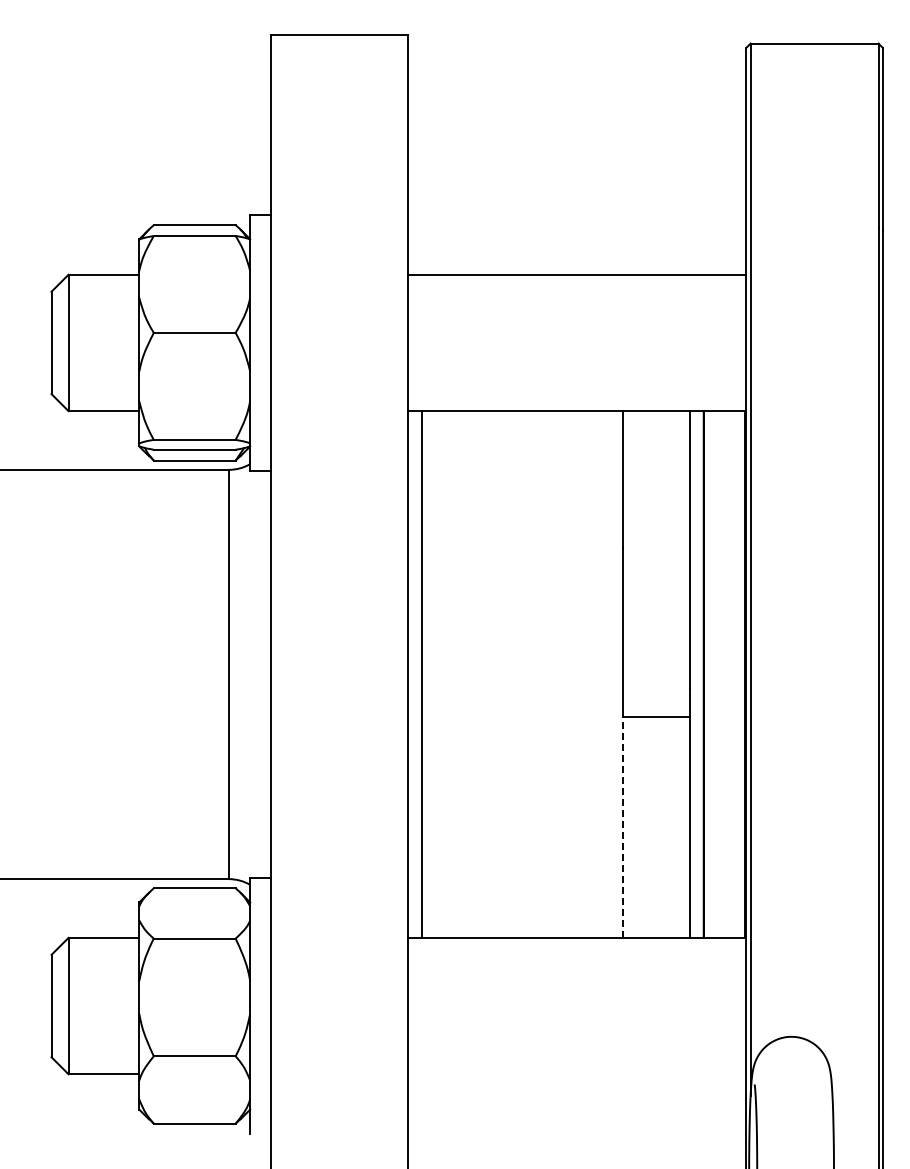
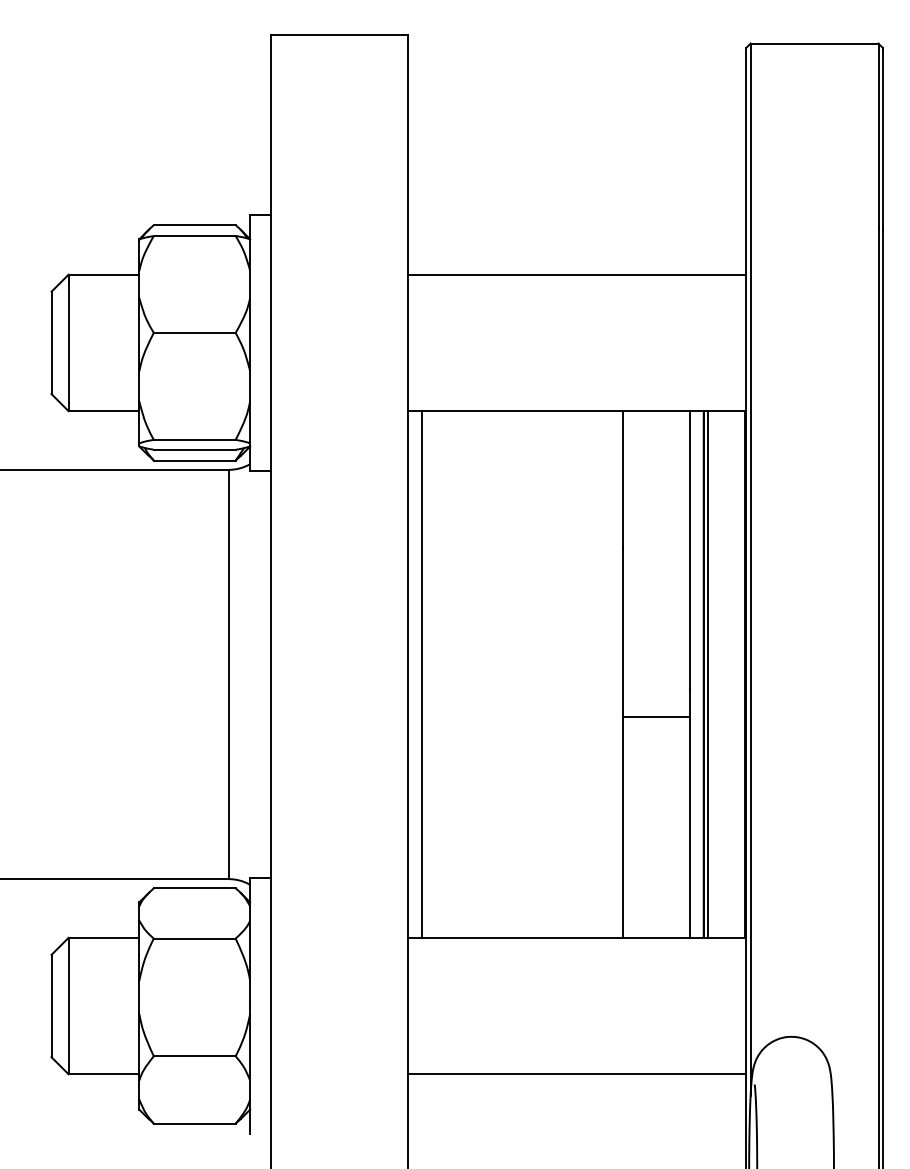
line at (707, 674): none -> present
line at (622, 827): dashed -> solid
line at (576, 1074): none -> present
